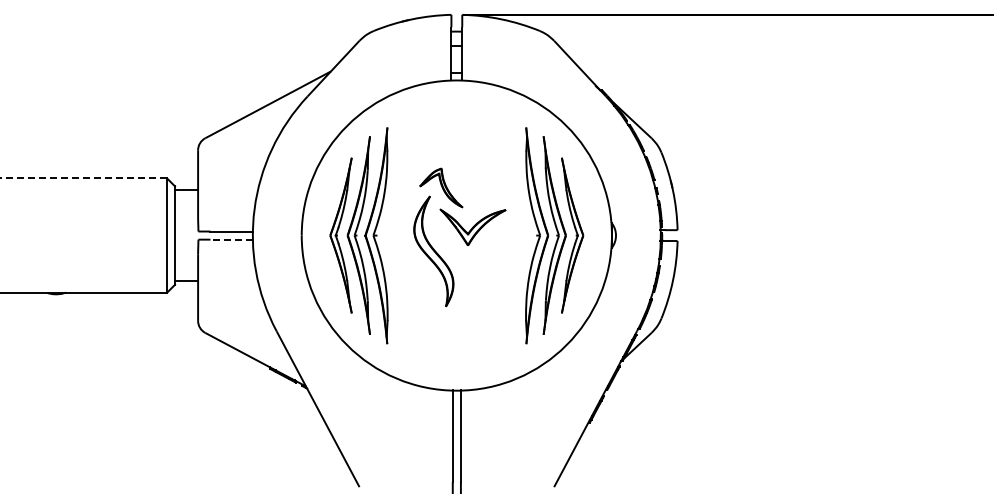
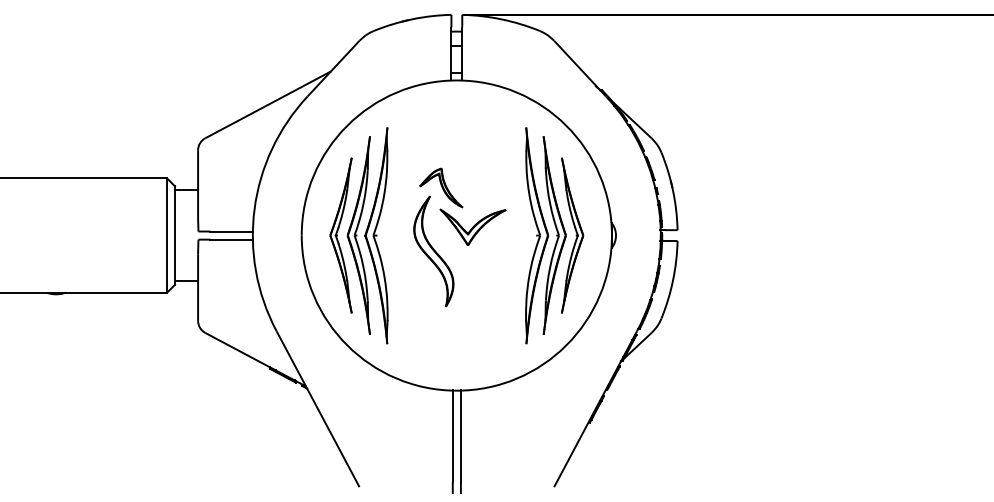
line at (83, 178): dashed -> solid
line at (231, 239): dashed -> solid
